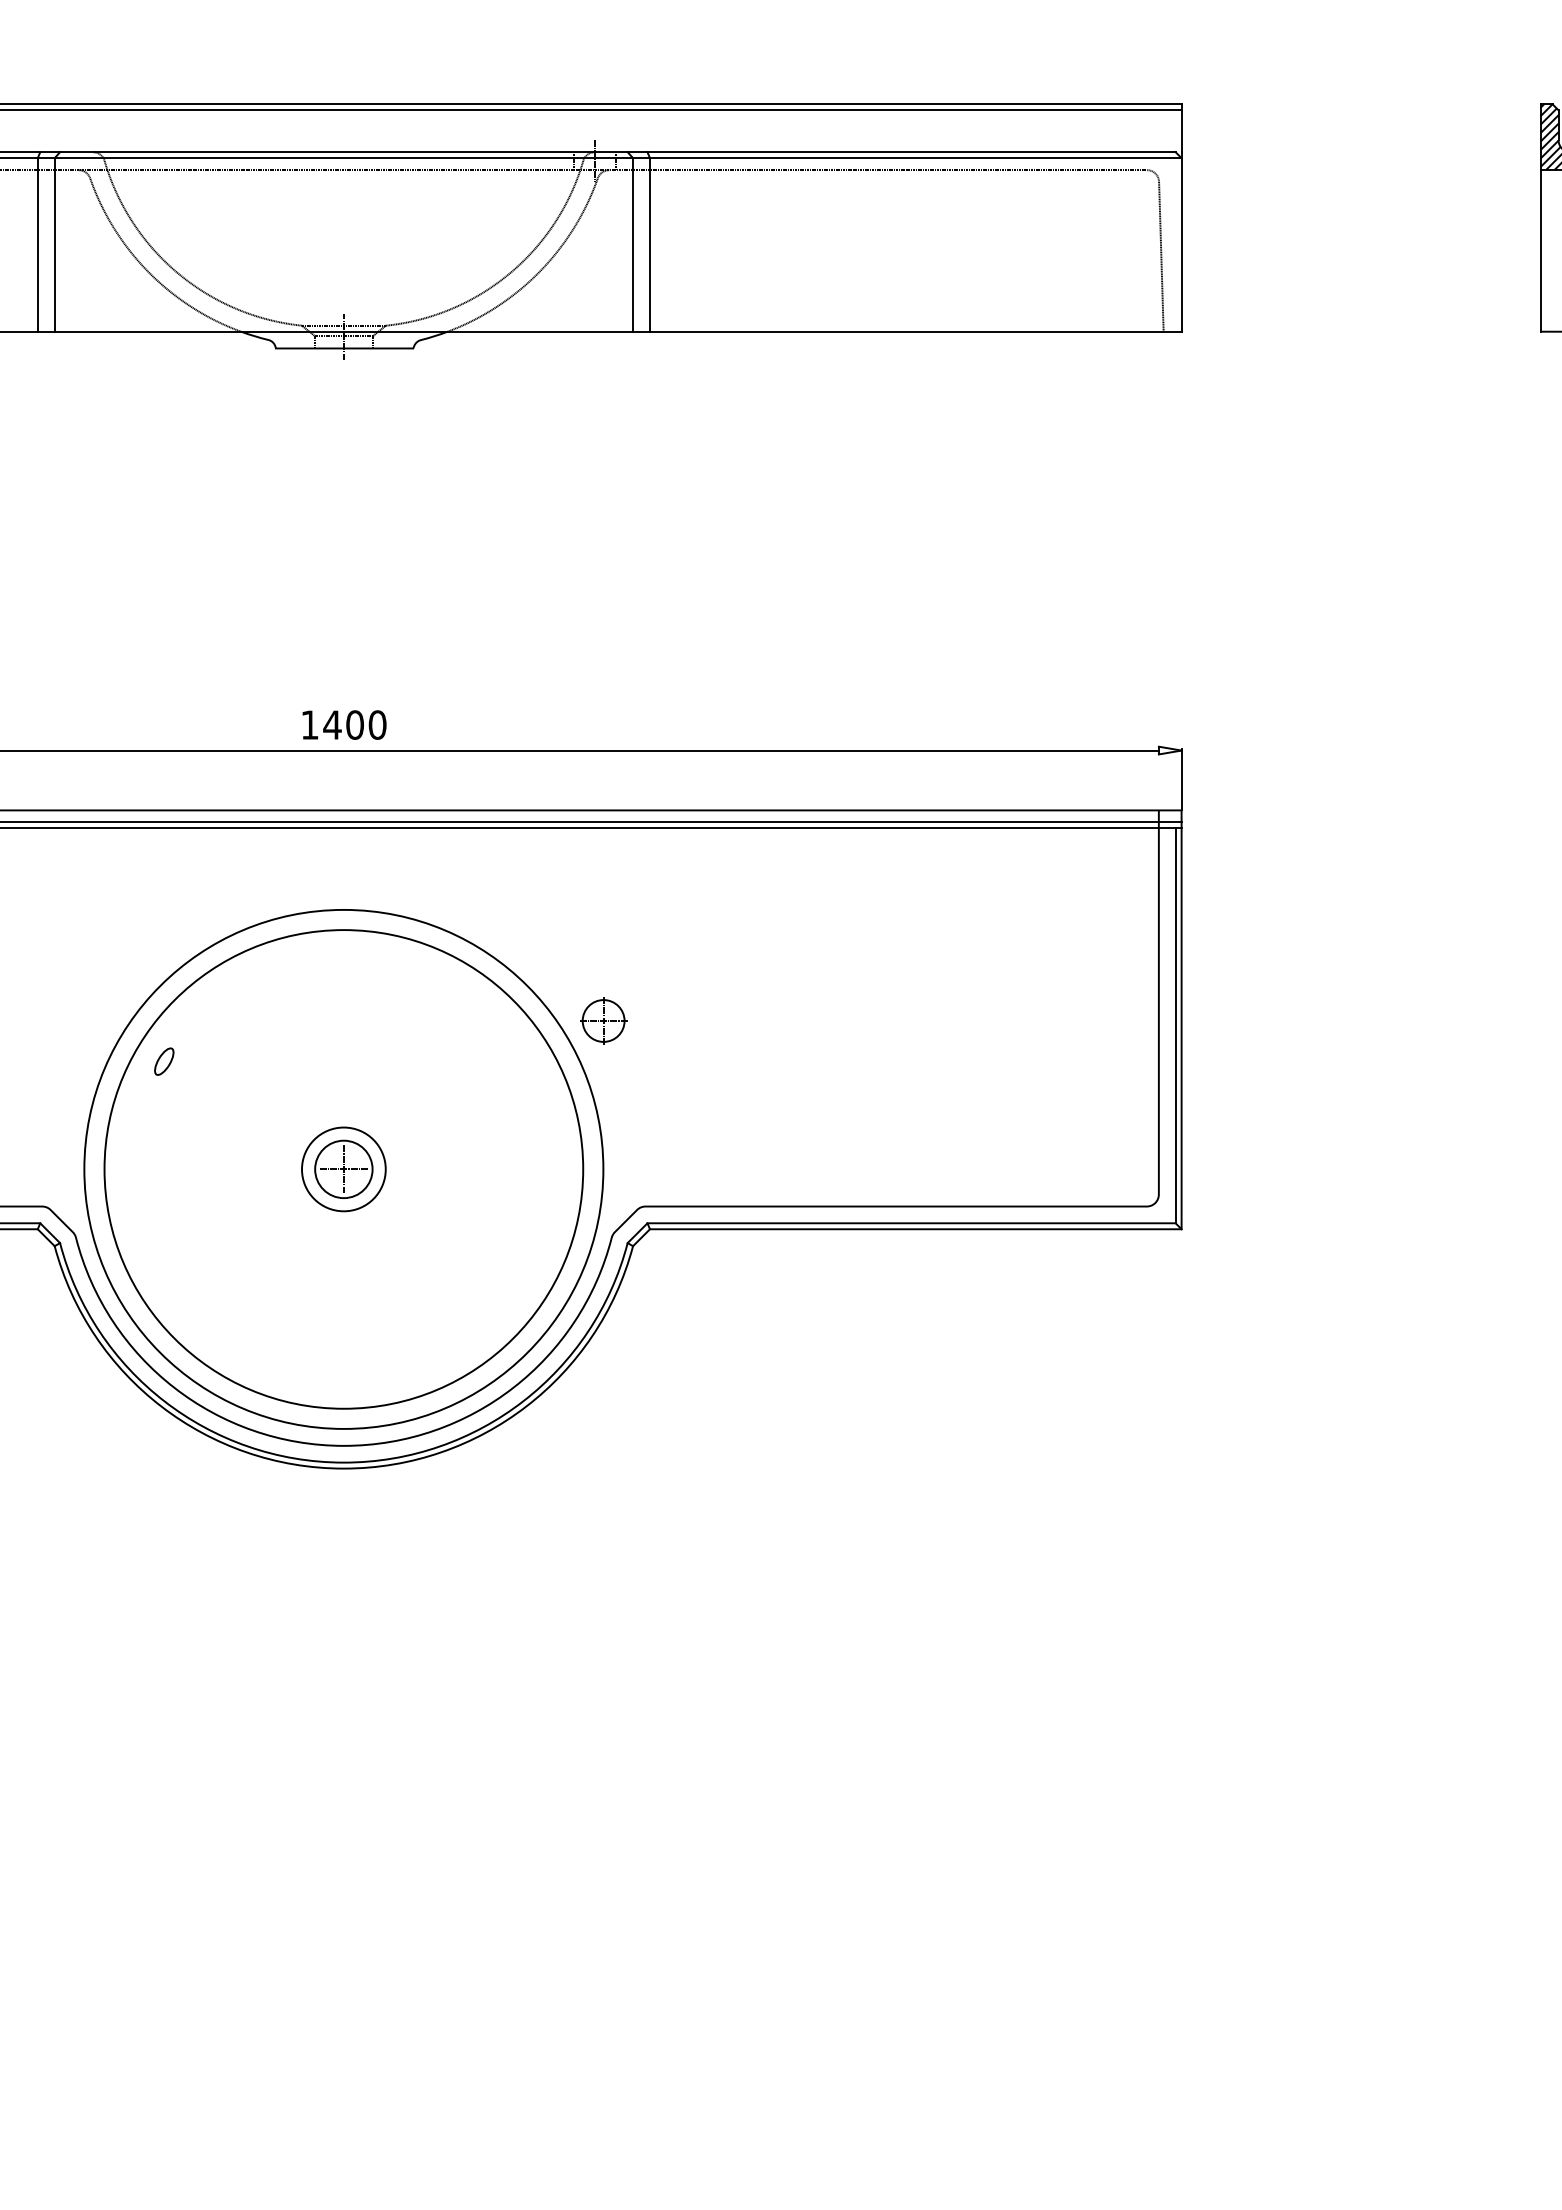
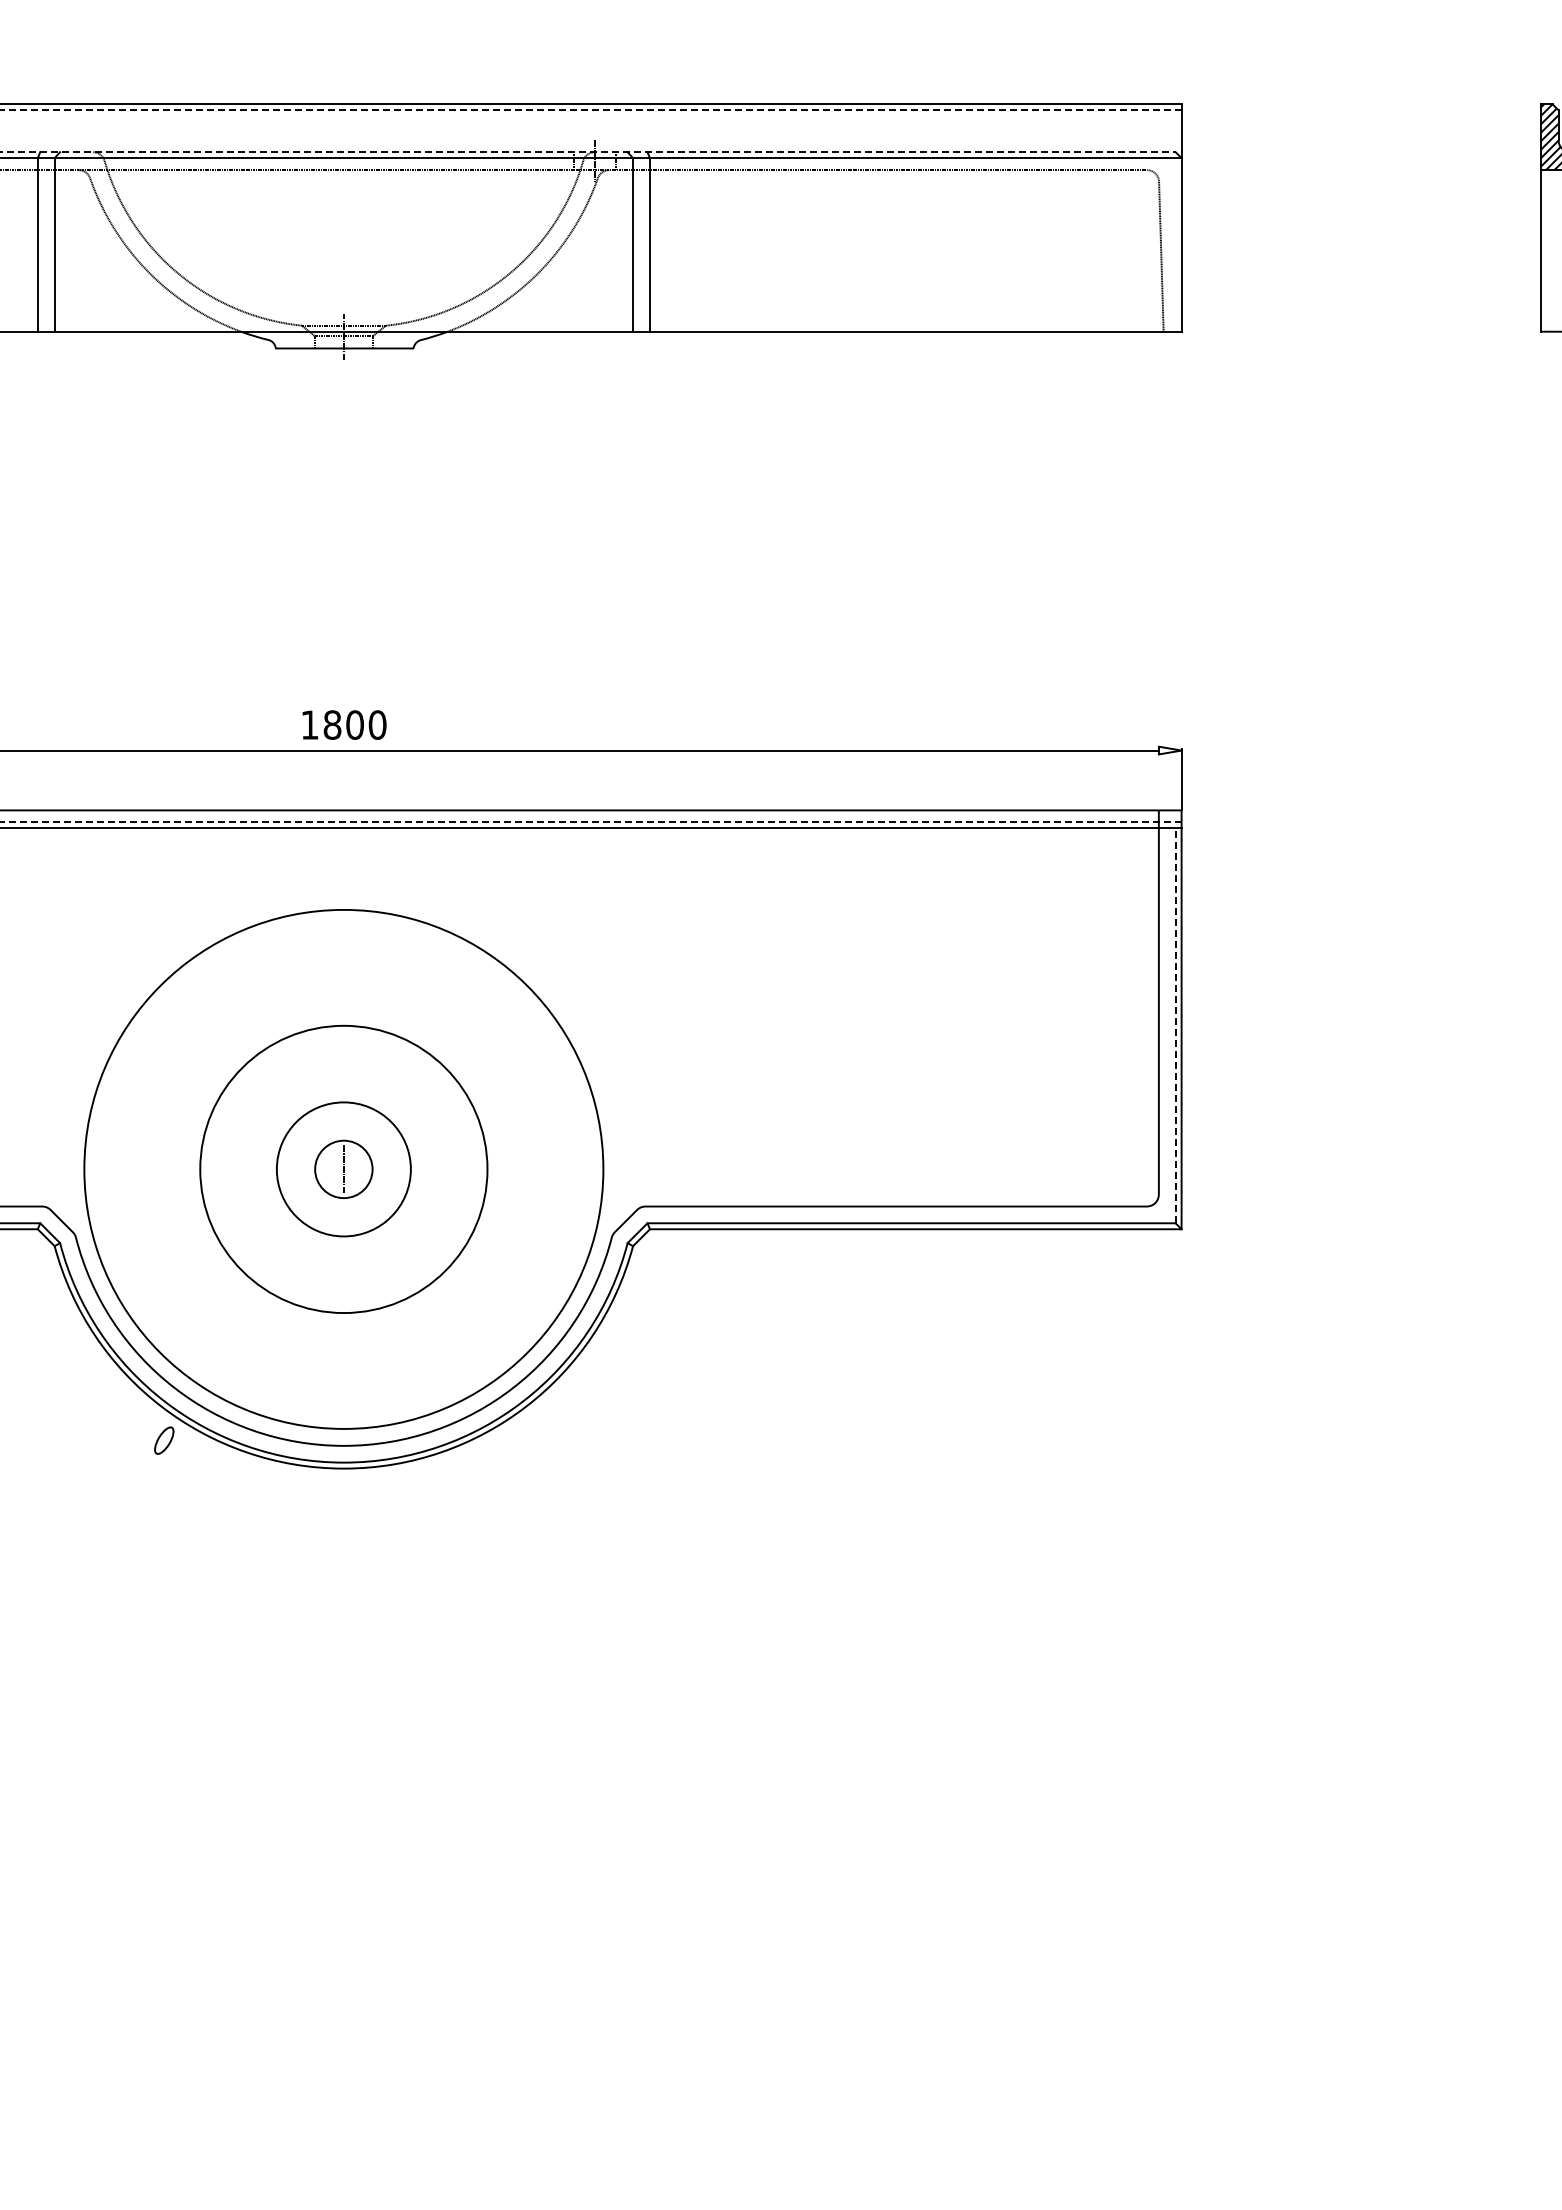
line at (590, 110): solid -> dashed
line at (588, 152): solid -> dashed
text at (332, 724): 1400 -> 1800
line at (590, 822): solid -> dashed
part at (603, 1020): present -> none
line at (1175, 1025): solid -> dashed
part at (164, 1061) position: (164, 1061) -> (164, 1440)
circle at (343, 1169) diameter: 479 px -> 287 px
circle at (343, 1169) diameter: 84 px -> 134 px
line at (343, 1169): present -> none
